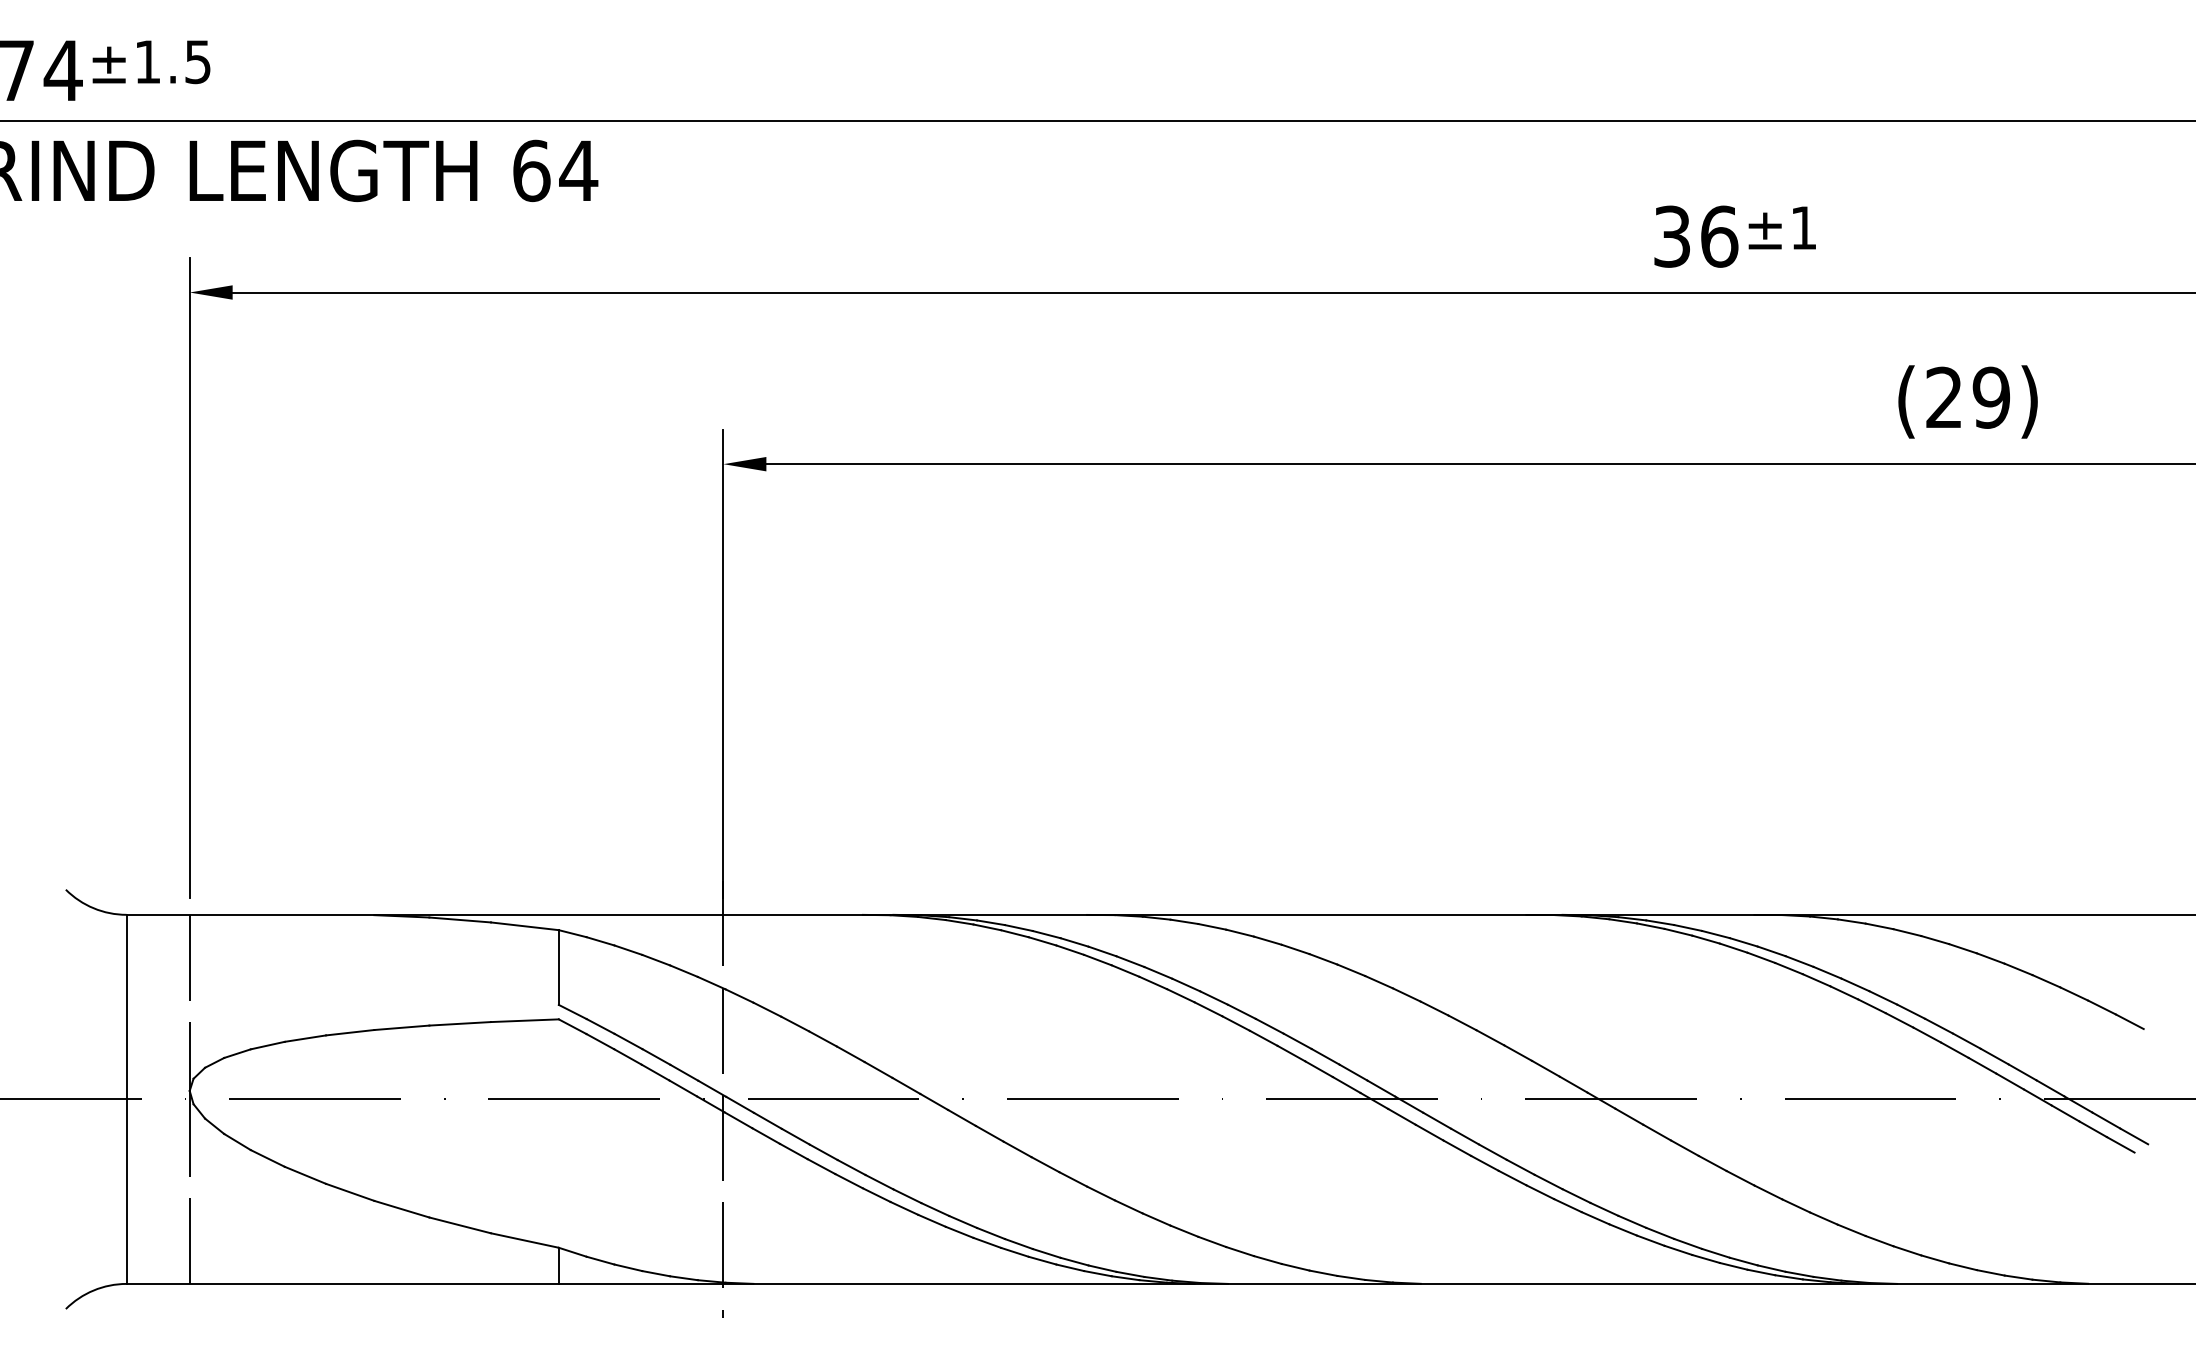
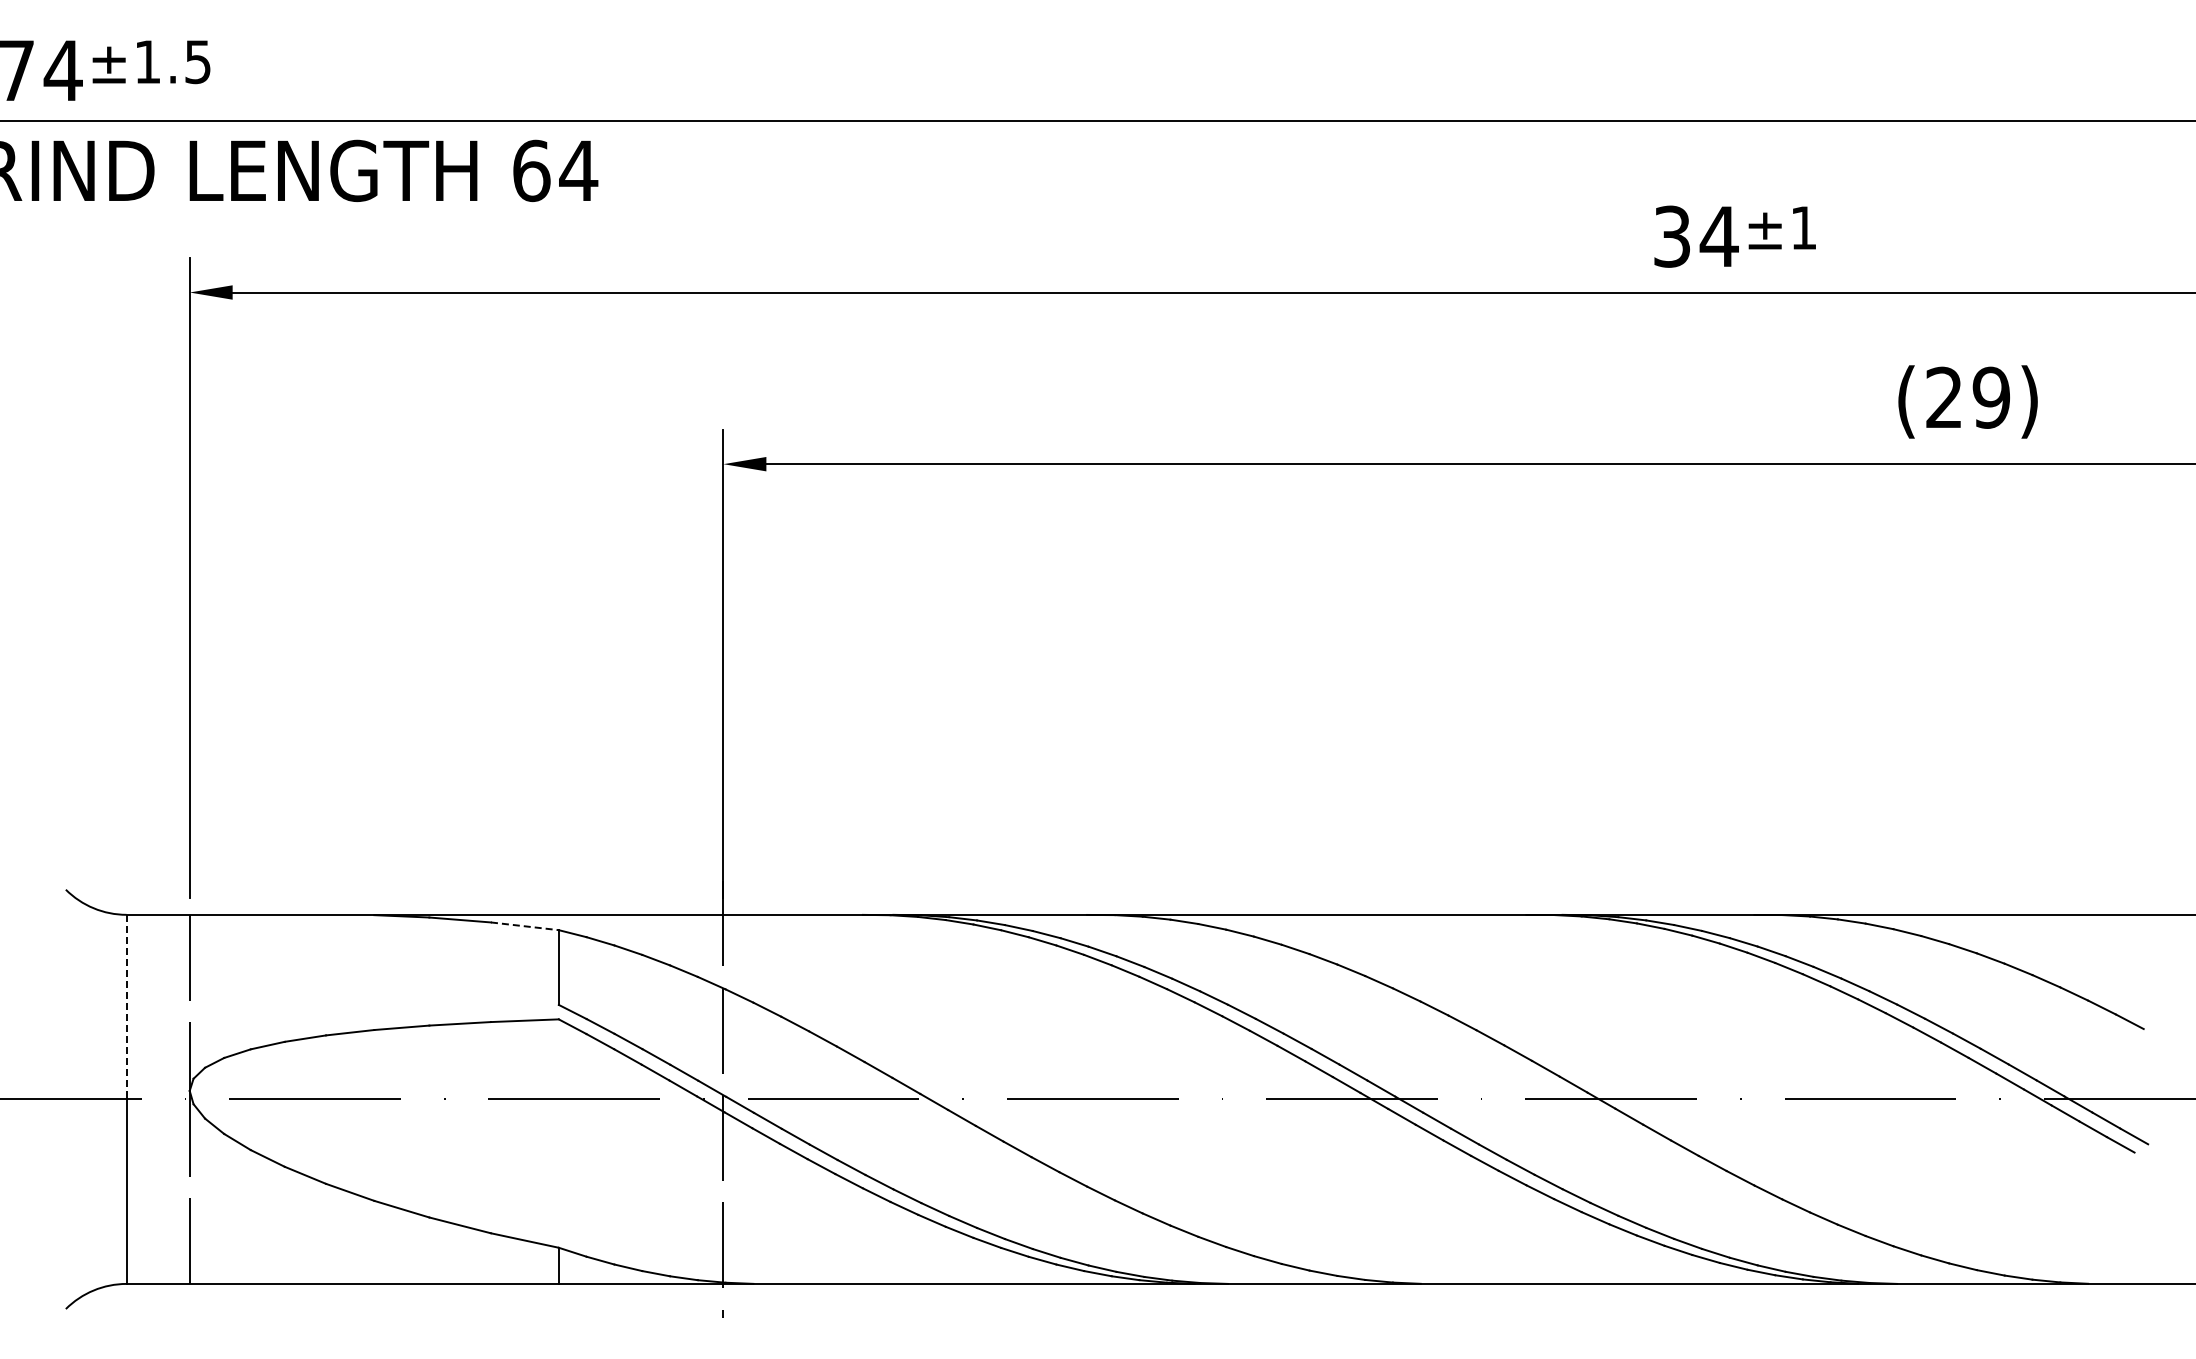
text at (1718, 236): 36 -> 34
line at (525, 926): solid -> dashed
line at (126, 1007): solid -> dashed
